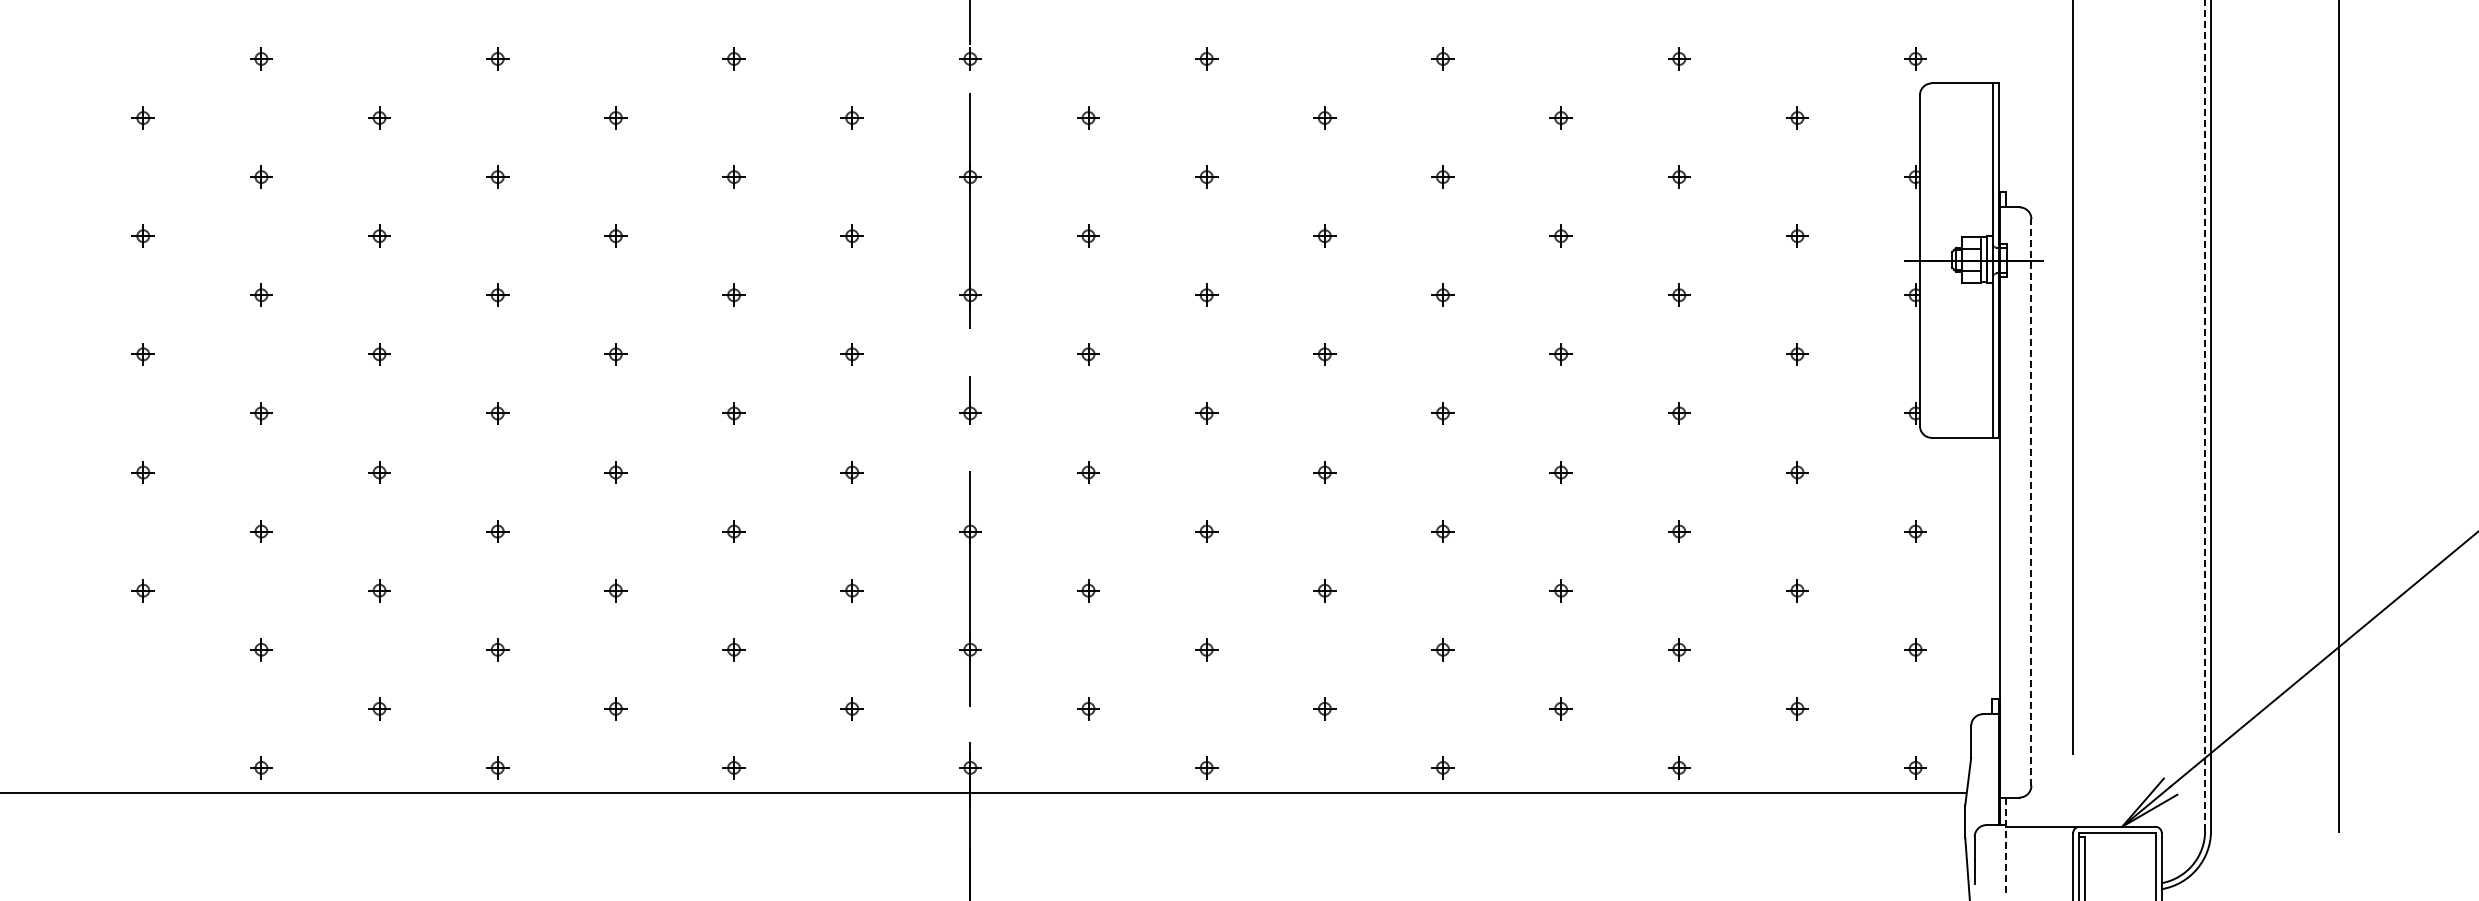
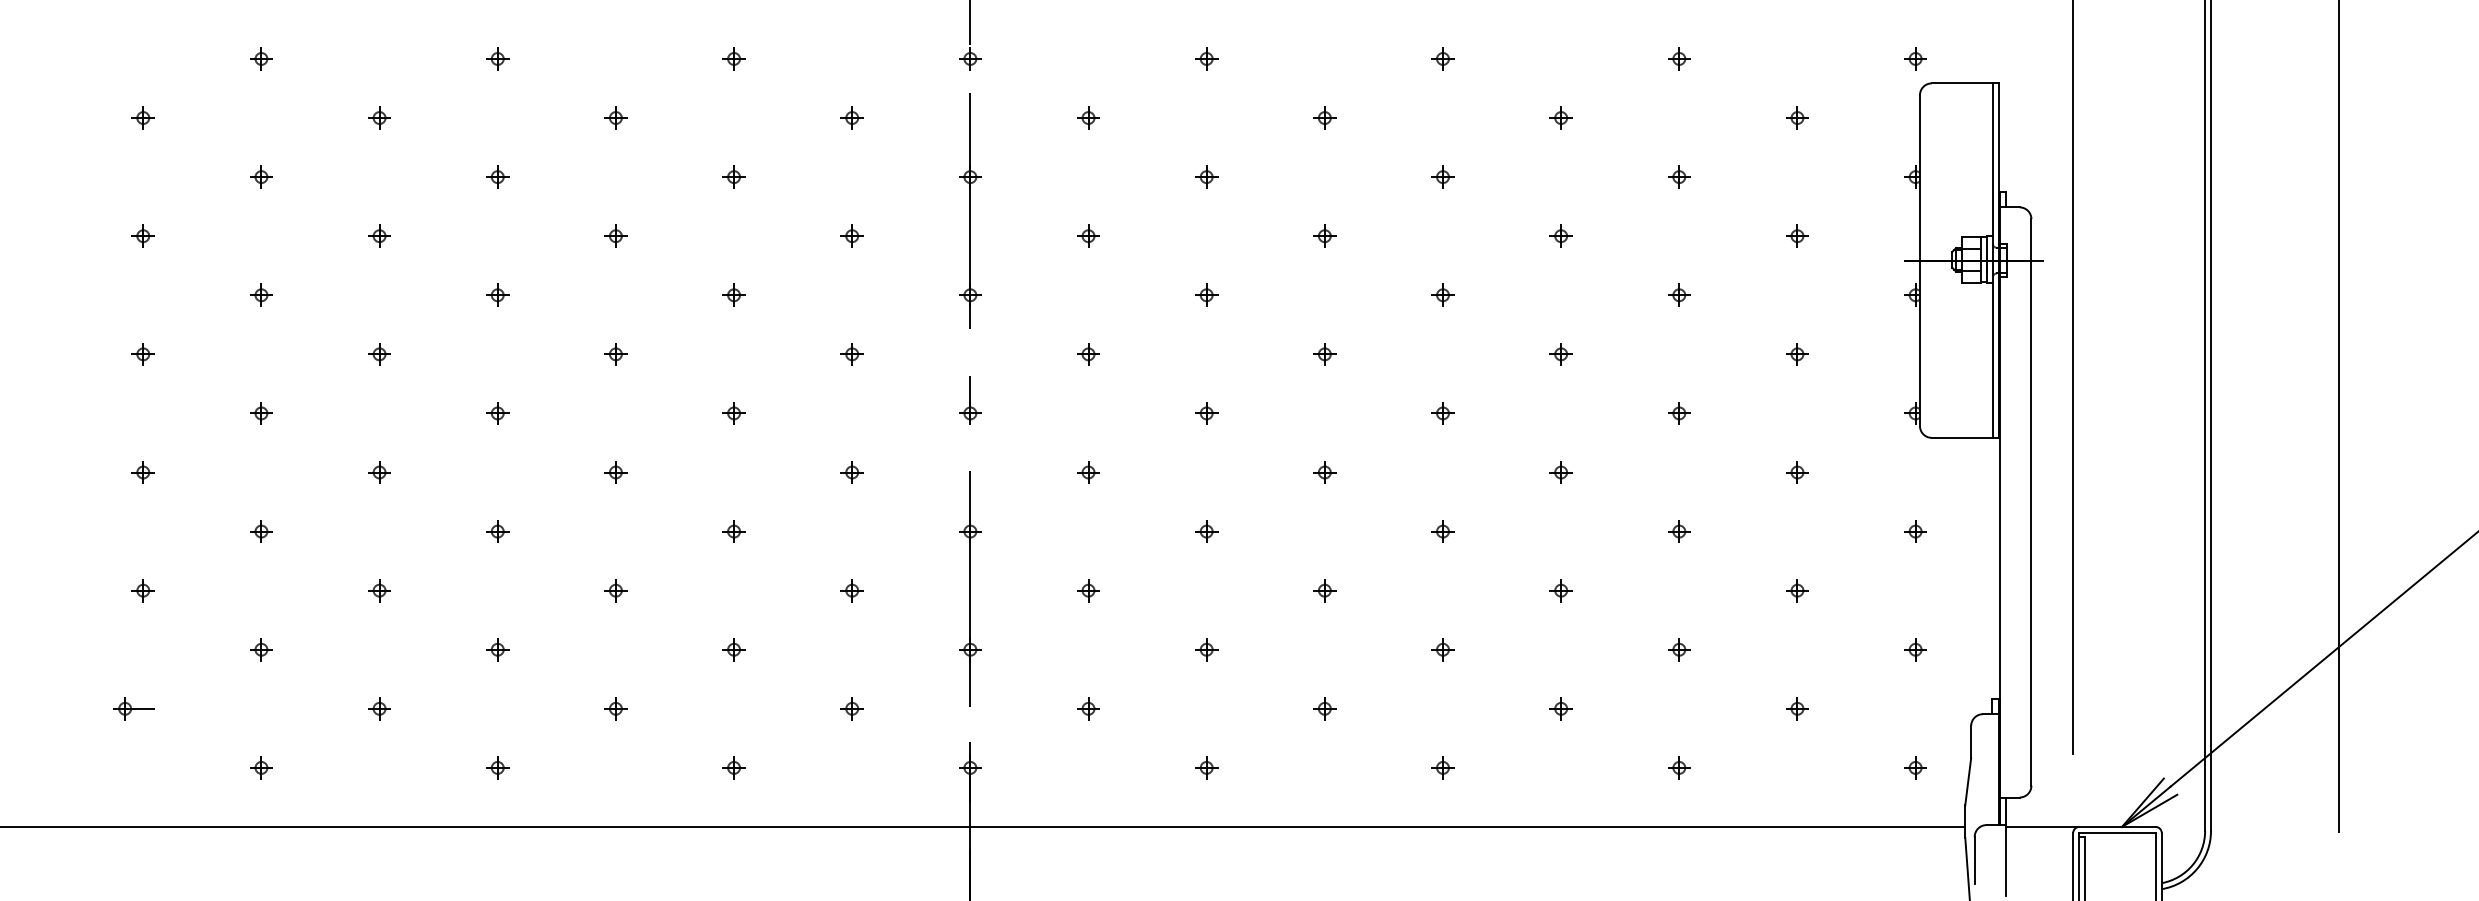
line at (2205, 415): dashed -> solid
line at (2031, 501): dashed -> solid
part at (133, 708): none -> present
line at (983, 792) position: (983, 792) -> (983, 826)
line at (2006, 847): dashed -> solid
